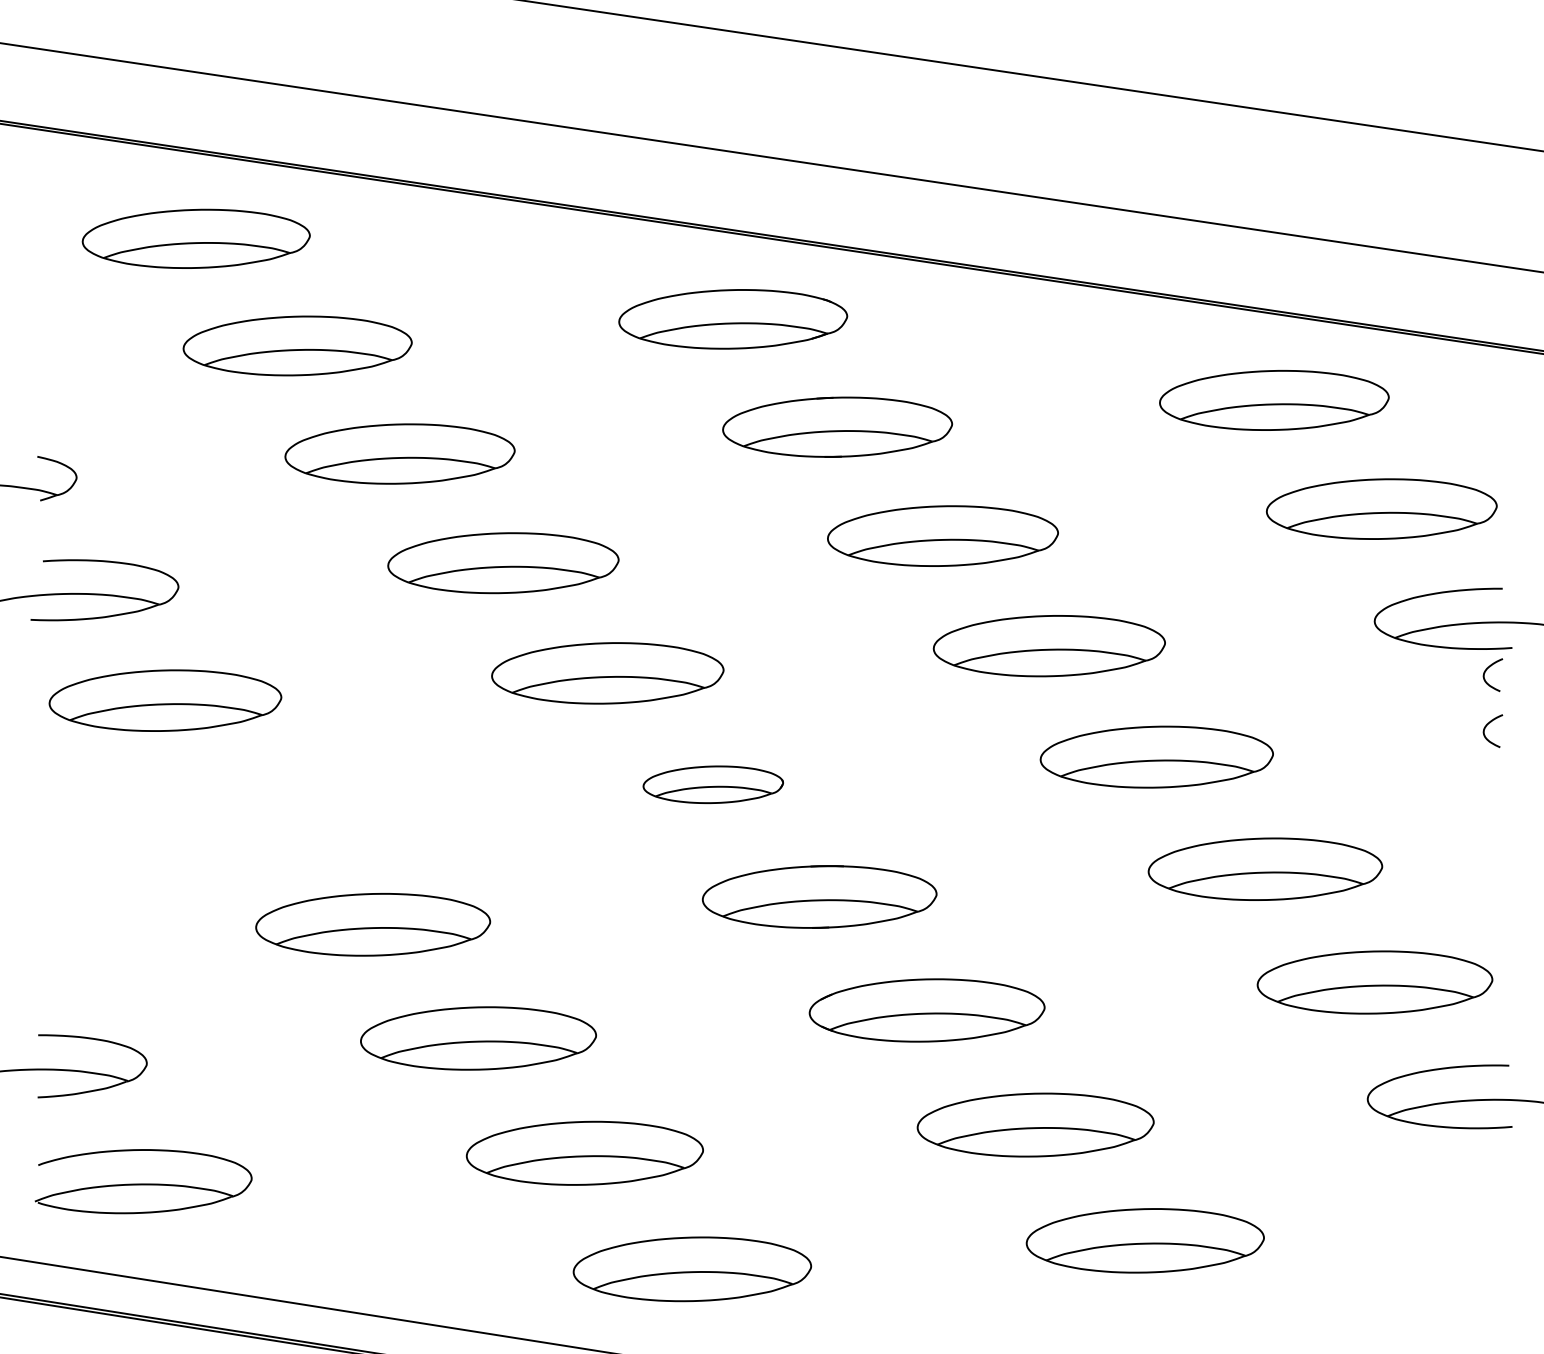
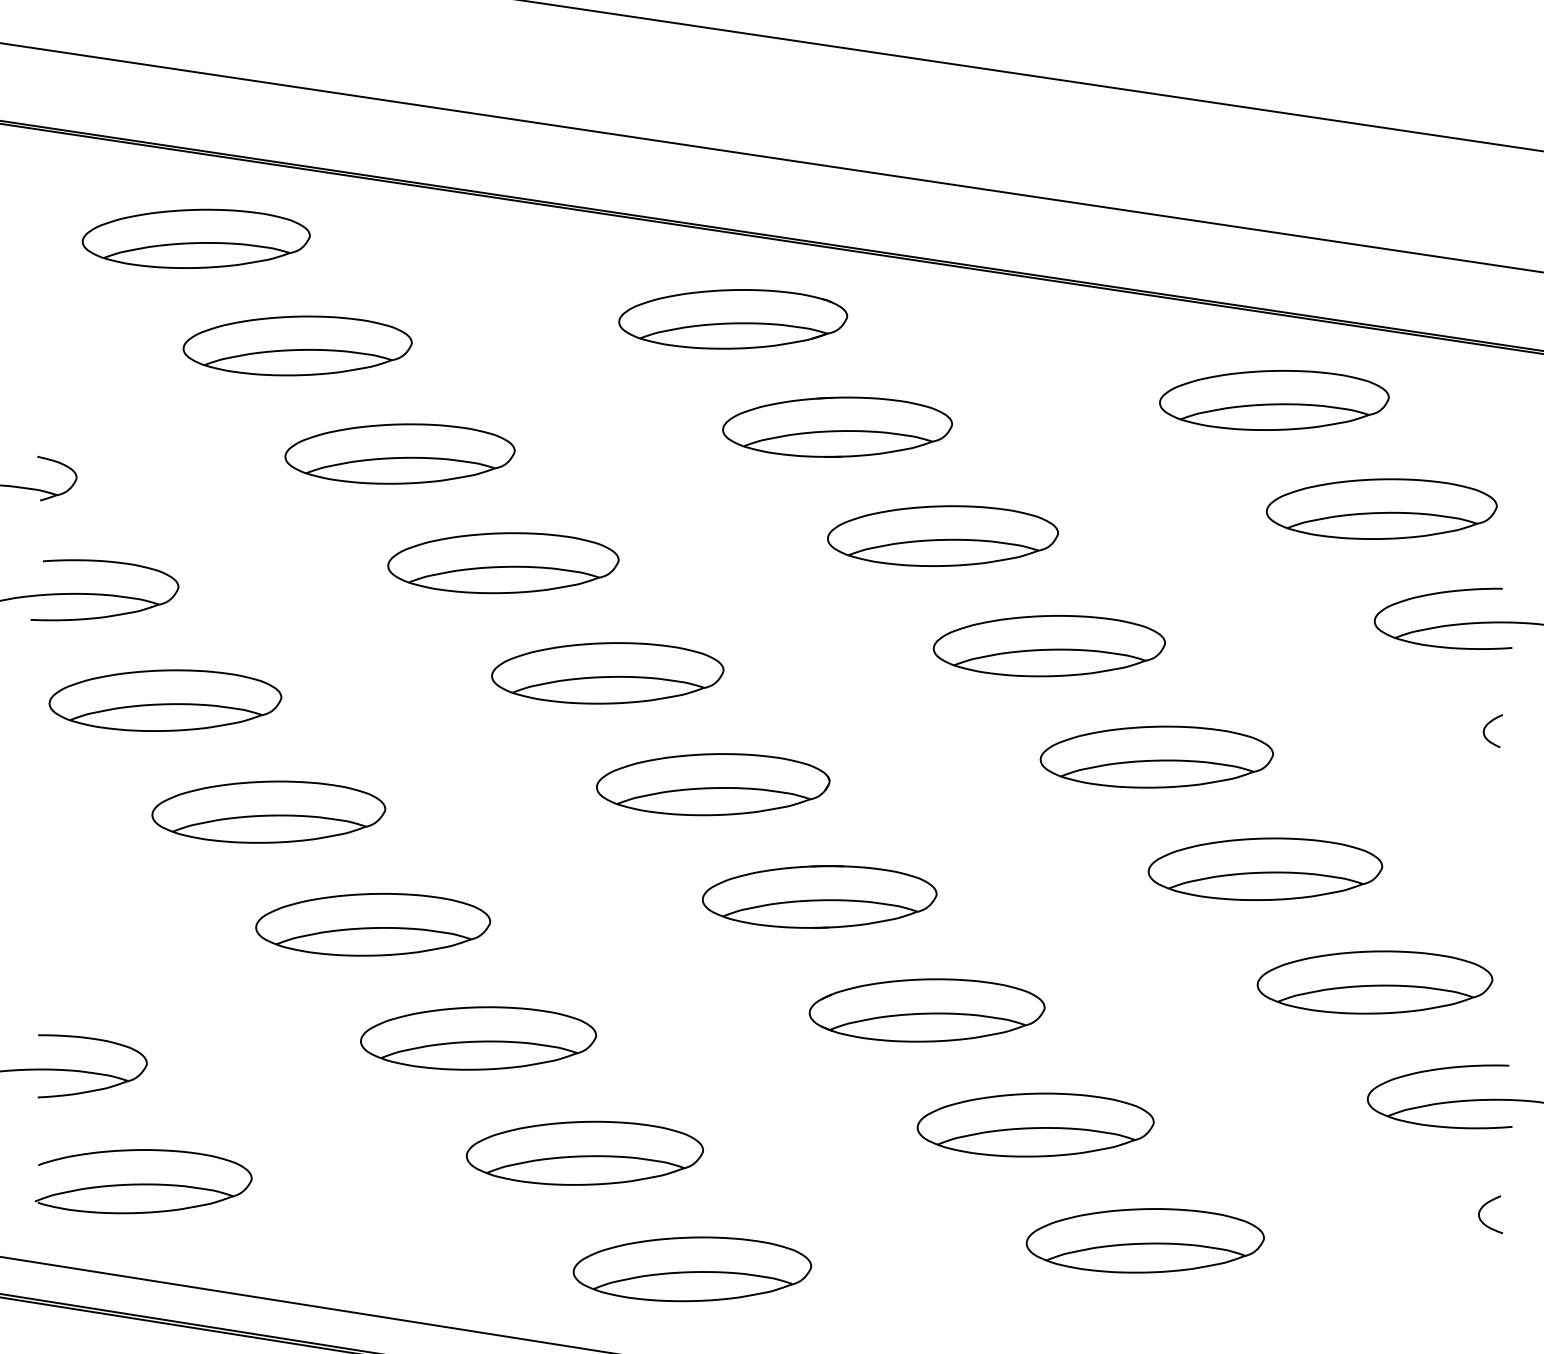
curve at (1486, 671): present -> none
part at (712, 784) size: 142x39 px -> 235x64 px
part at (268, 811): none -> present
curve at (1481, 1210): none -> present
